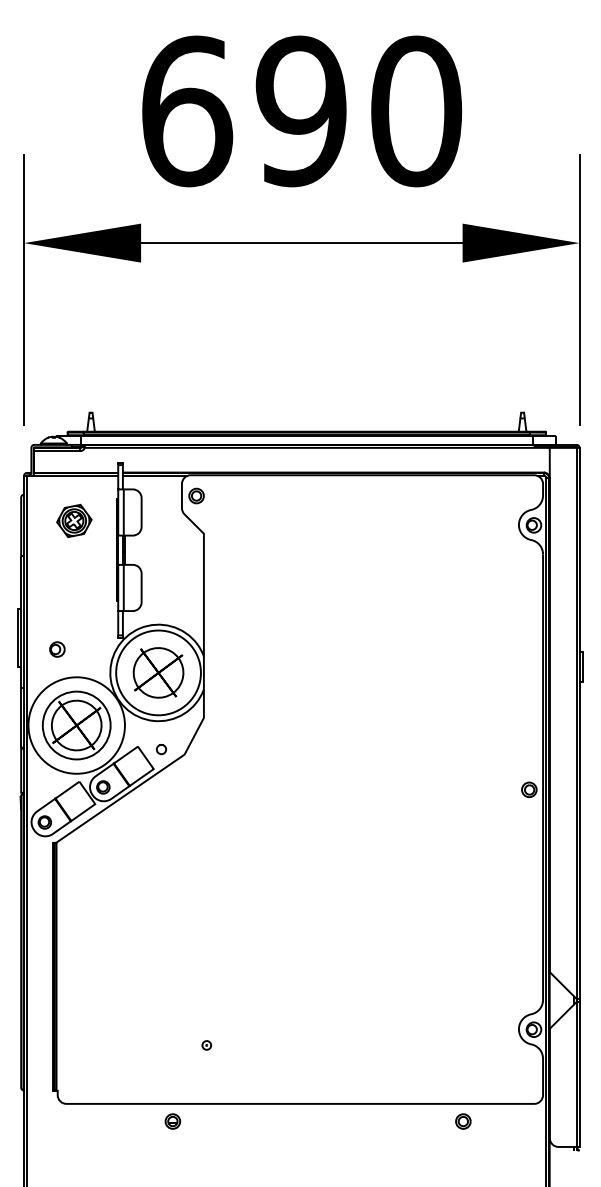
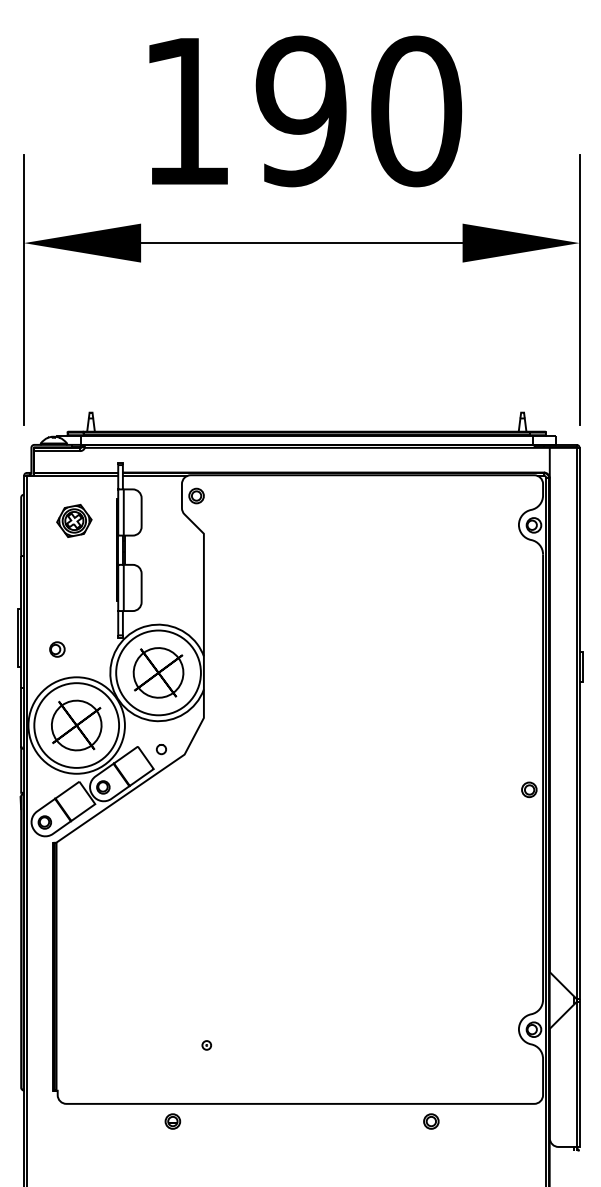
text at (187, 111): 690 -> 190
circle at (76, 725) diameter: 68 px -> 85 px
part at (463, 1121) position: (463, 1121) -> (431, 1121)
